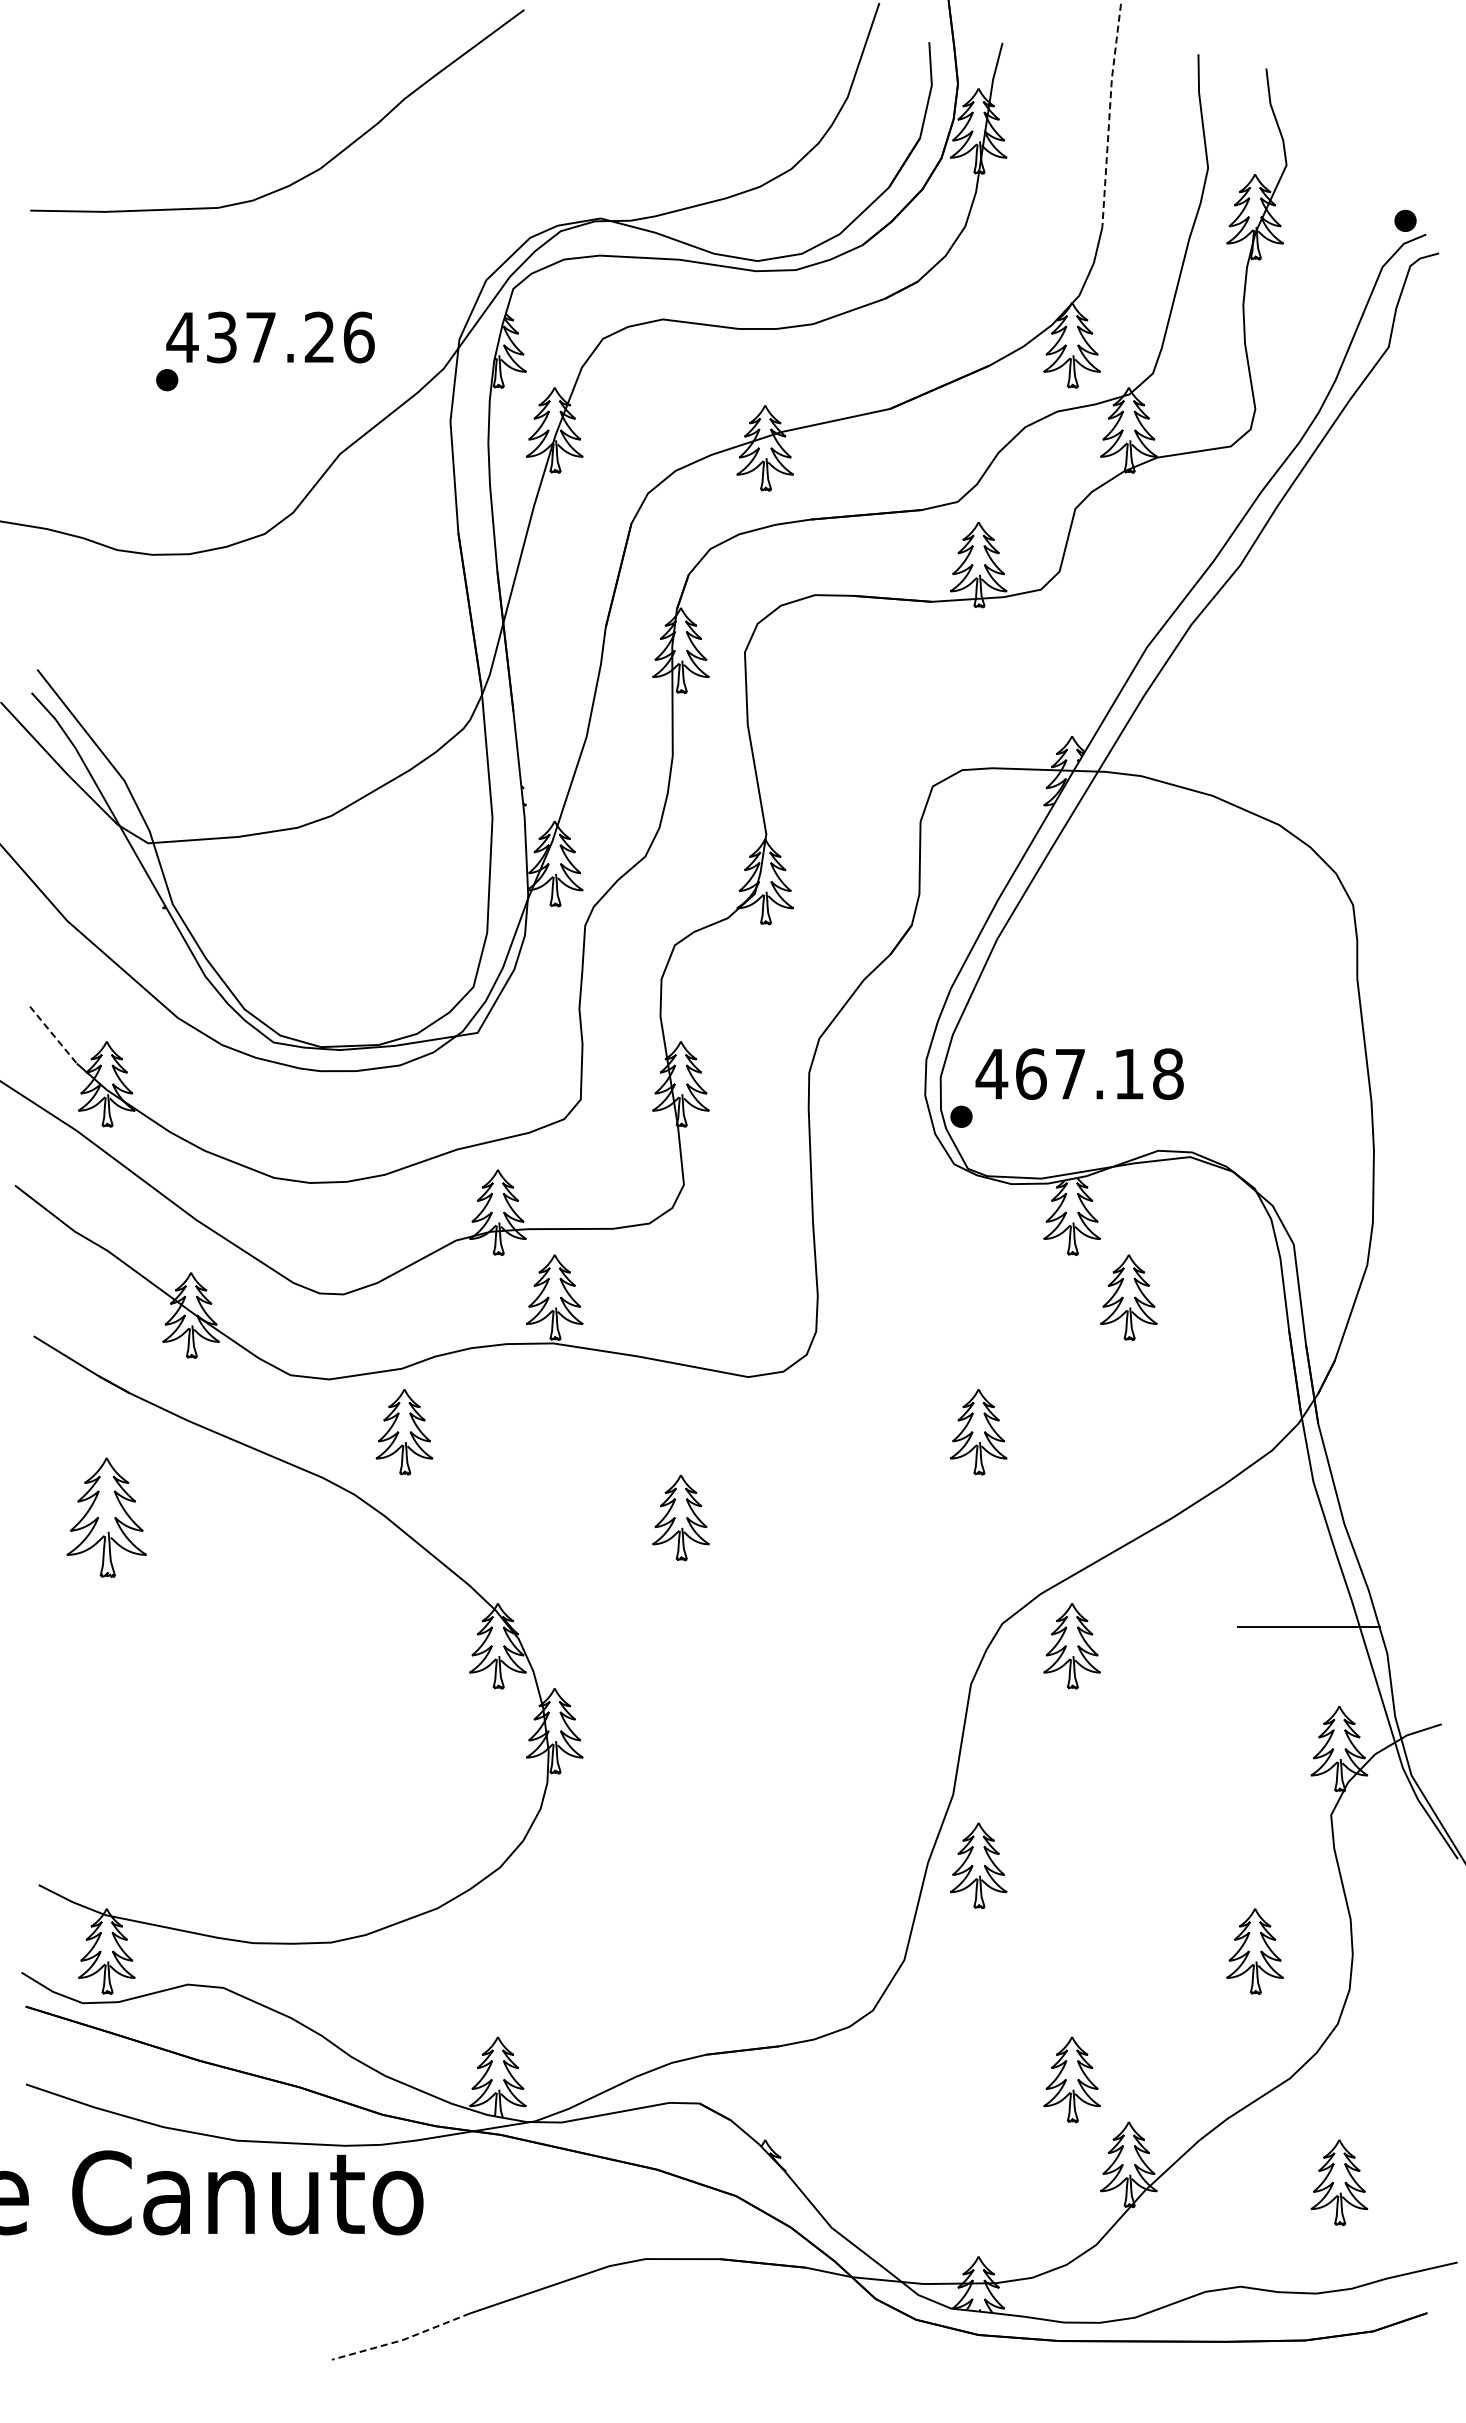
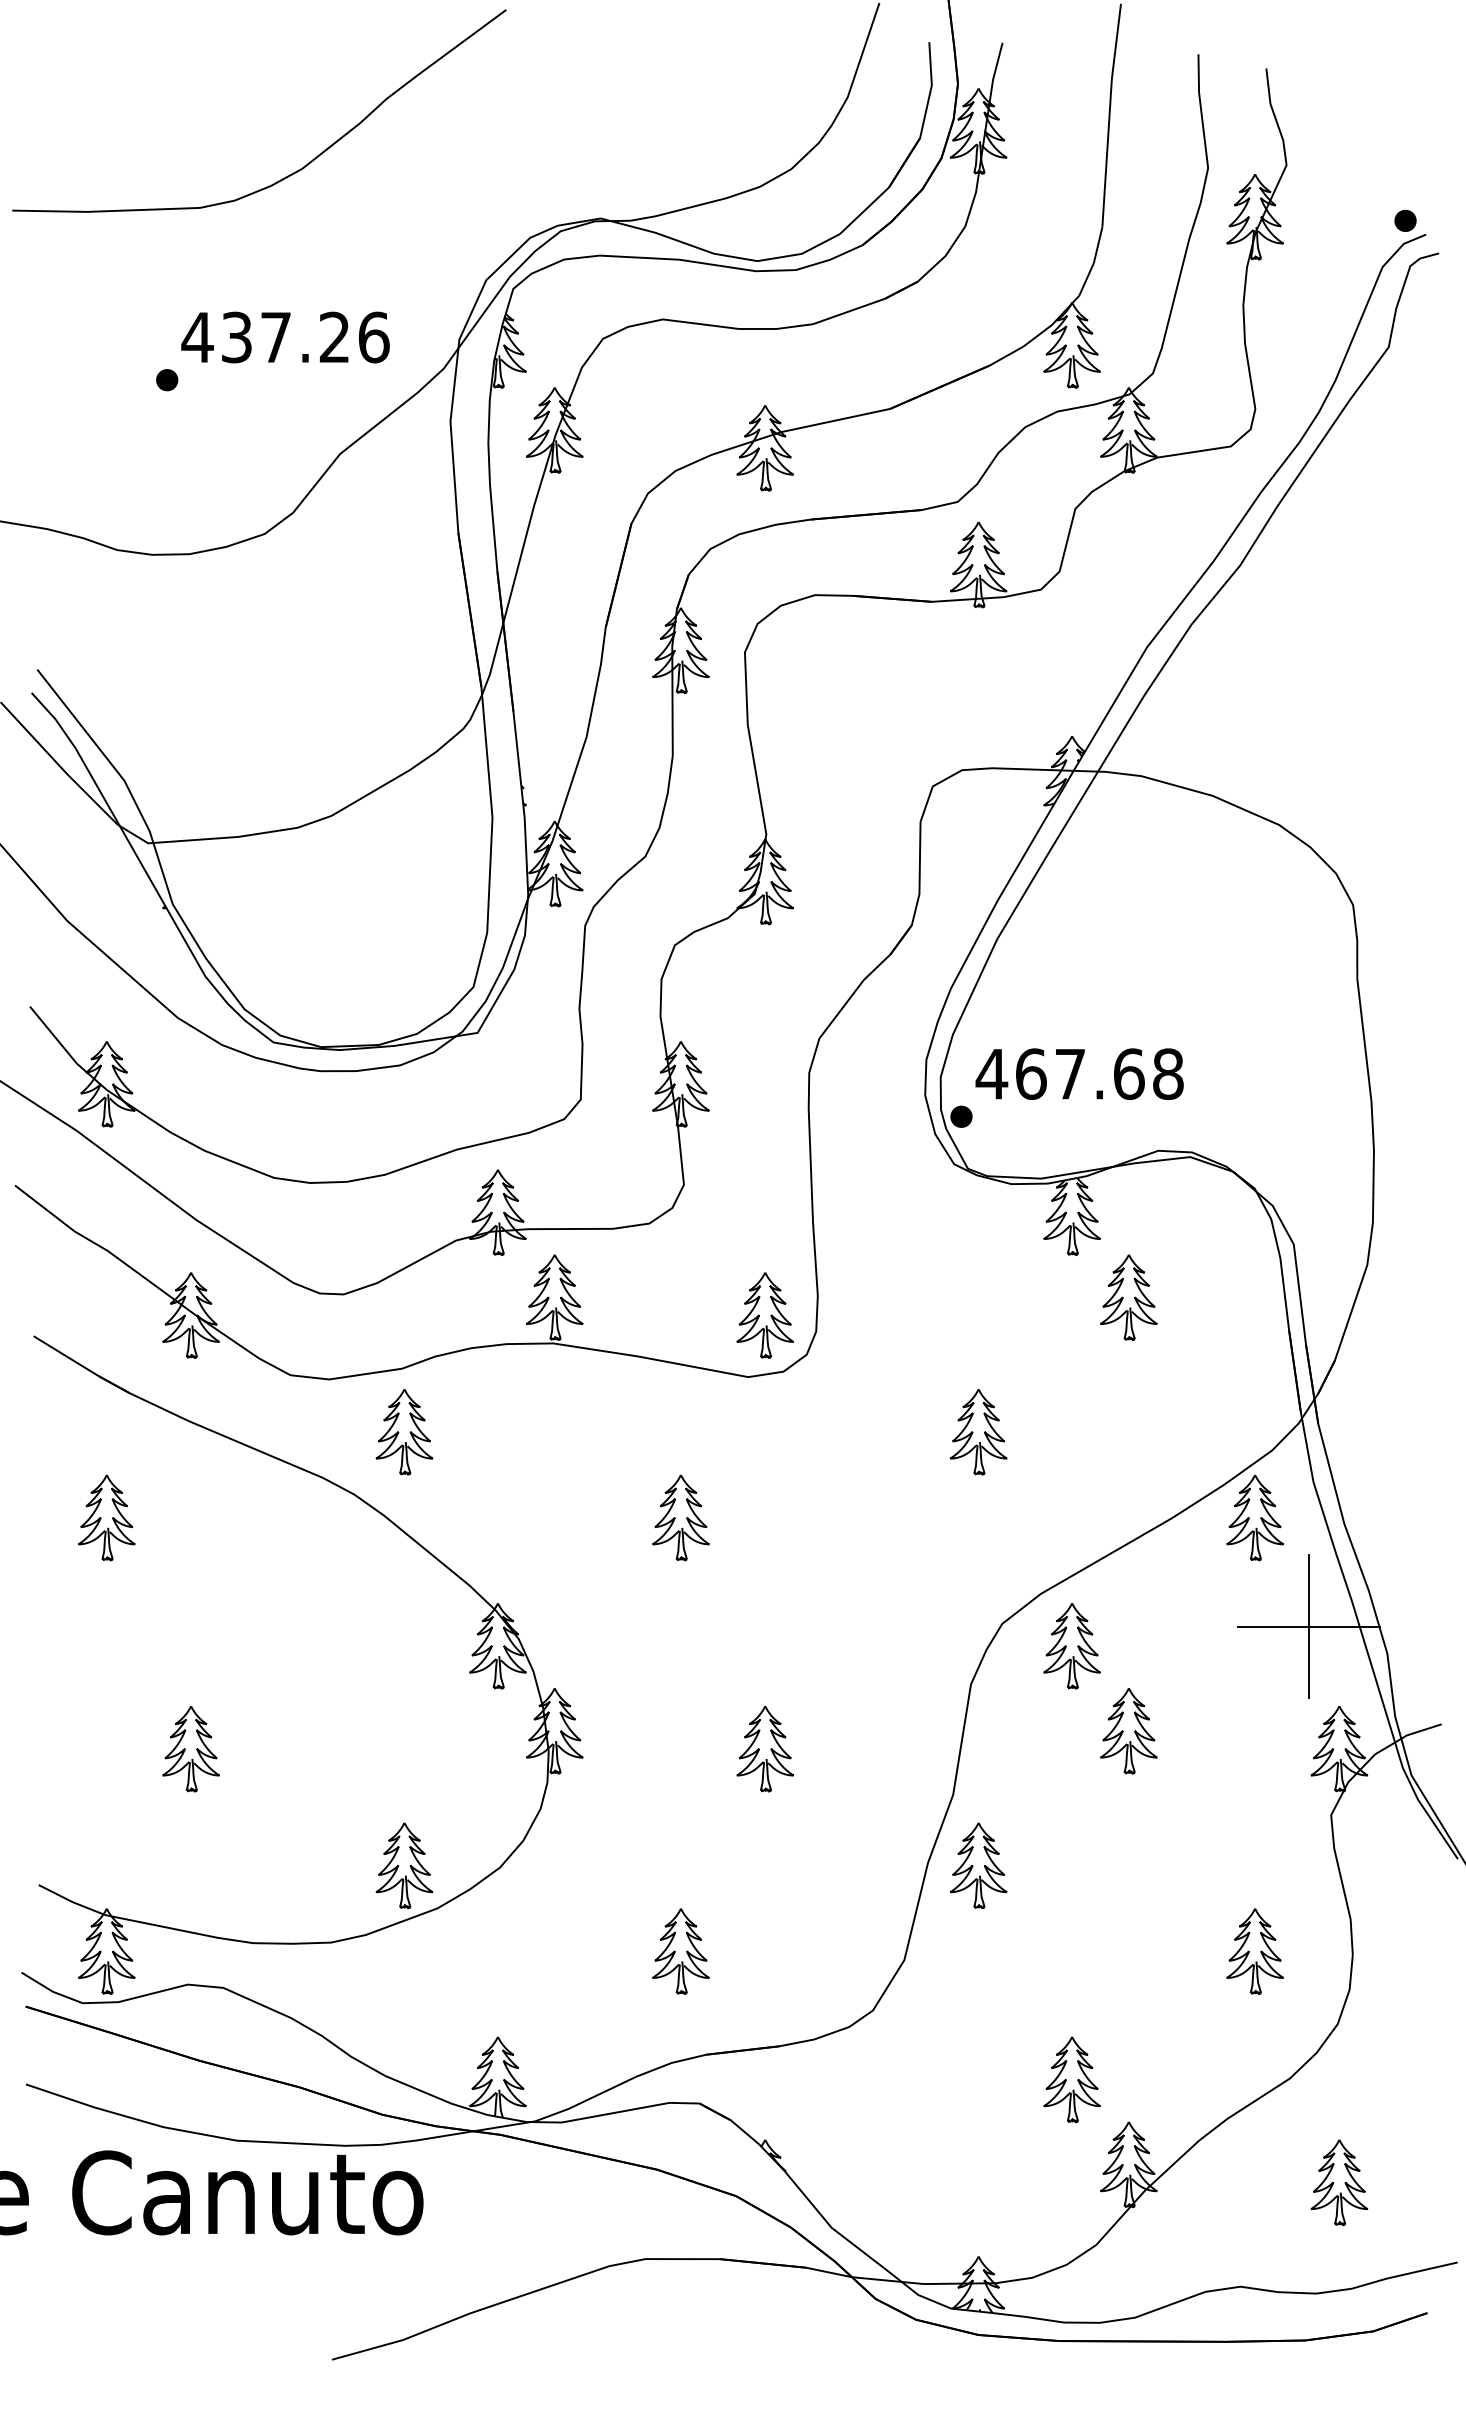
line at (1109, 114): dashed -> solid
curve at (314, 170) position: (314, 170) -> (296, 170)
text at (270, 337) position: (270, 337) -> (285, 337)
line at (53, 1035): dashed -> solid
text at (1129, 1074): 467.18 -> 467.68
part at (764, 1315): none -> present
part at (106, 1517) size: 81x122 px -> 58x88 px
part at (1254, 1517): none -> present
line at (1309, 1626): none -> present
part at (1128, 1731): none -> present
part at (190, 1749): none -> present
part at (764, 1749): none -> present
part at (404, 1865): none -> present
part at (680, 1951): none -> present
line at (402, 2340): dashed -> solid
